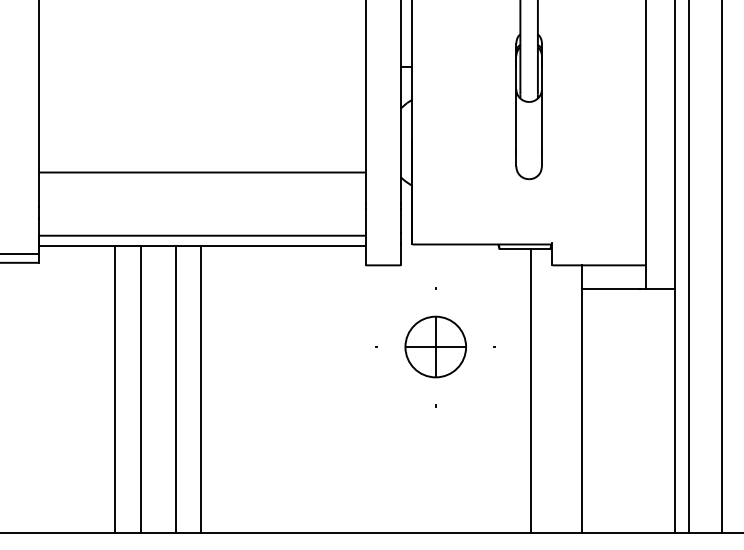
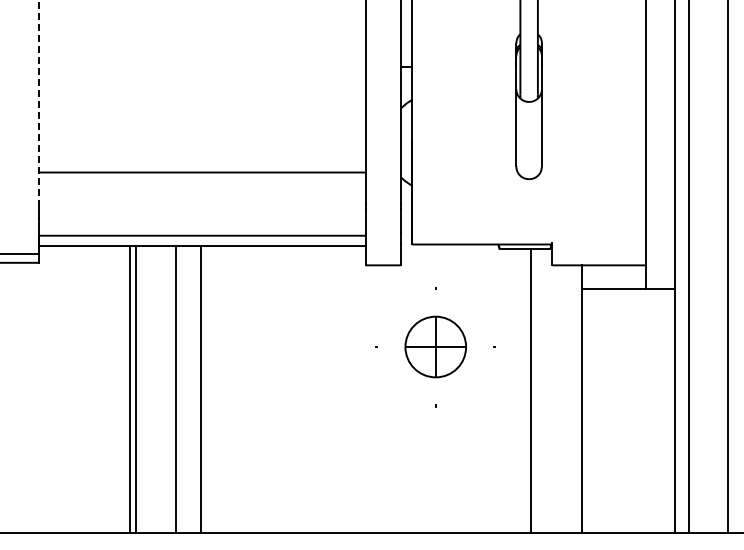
line at (39, 104): solid -> dashed
line at (721, 267) position: (721, 267) -> (727, 267)
line at (114, 389) position: (114, 389) -> (129, 389)
line at (140, 389) position: (140, 389) -> (135, 389)
